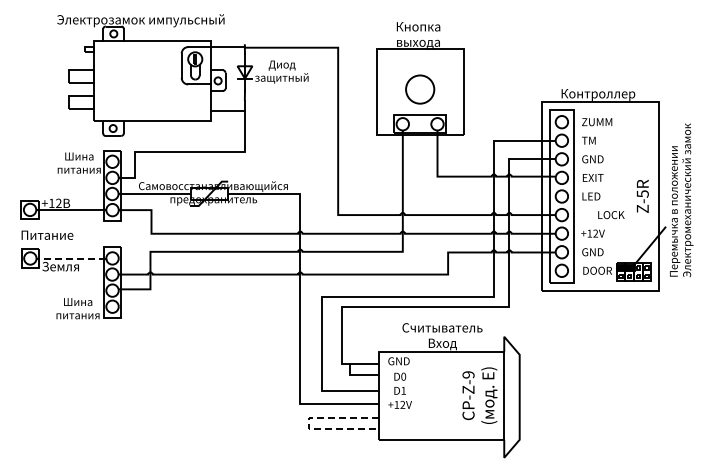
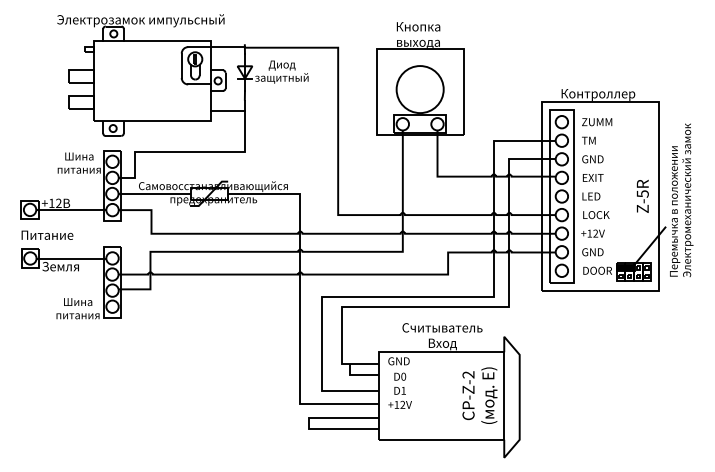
circle at (420, 89) diameter: 28 px -> 47 px
text at (611, 215) position: (611, 215) -> (596, 215)
line at (71, 258): dashed -> solid
text at (468, 374): CP-Z-9 -> CP-Z-2
line at (308, 423): dashed -> solid
